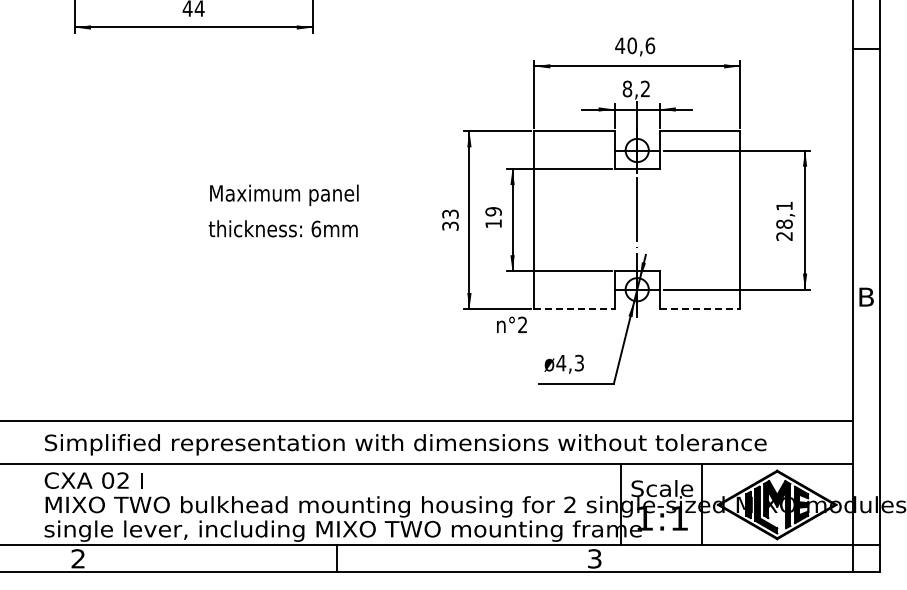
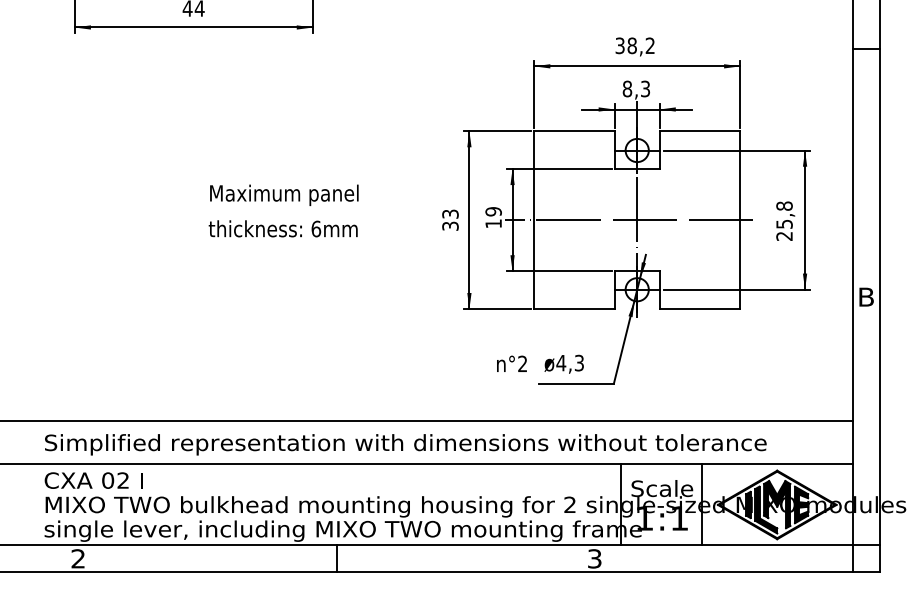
text at (635, 45): 40,6 -> 38,2
text at (645, 89): 8,2 -> 8,3
text at (784, 214): 28,1 -> 25,8
line at (629, 220): none -> present
line at (574, 309): dashed -> solid
line at (700, 309): dashed -> solid
text at (511, 324) position: (511, 324) -> (511, 363)
